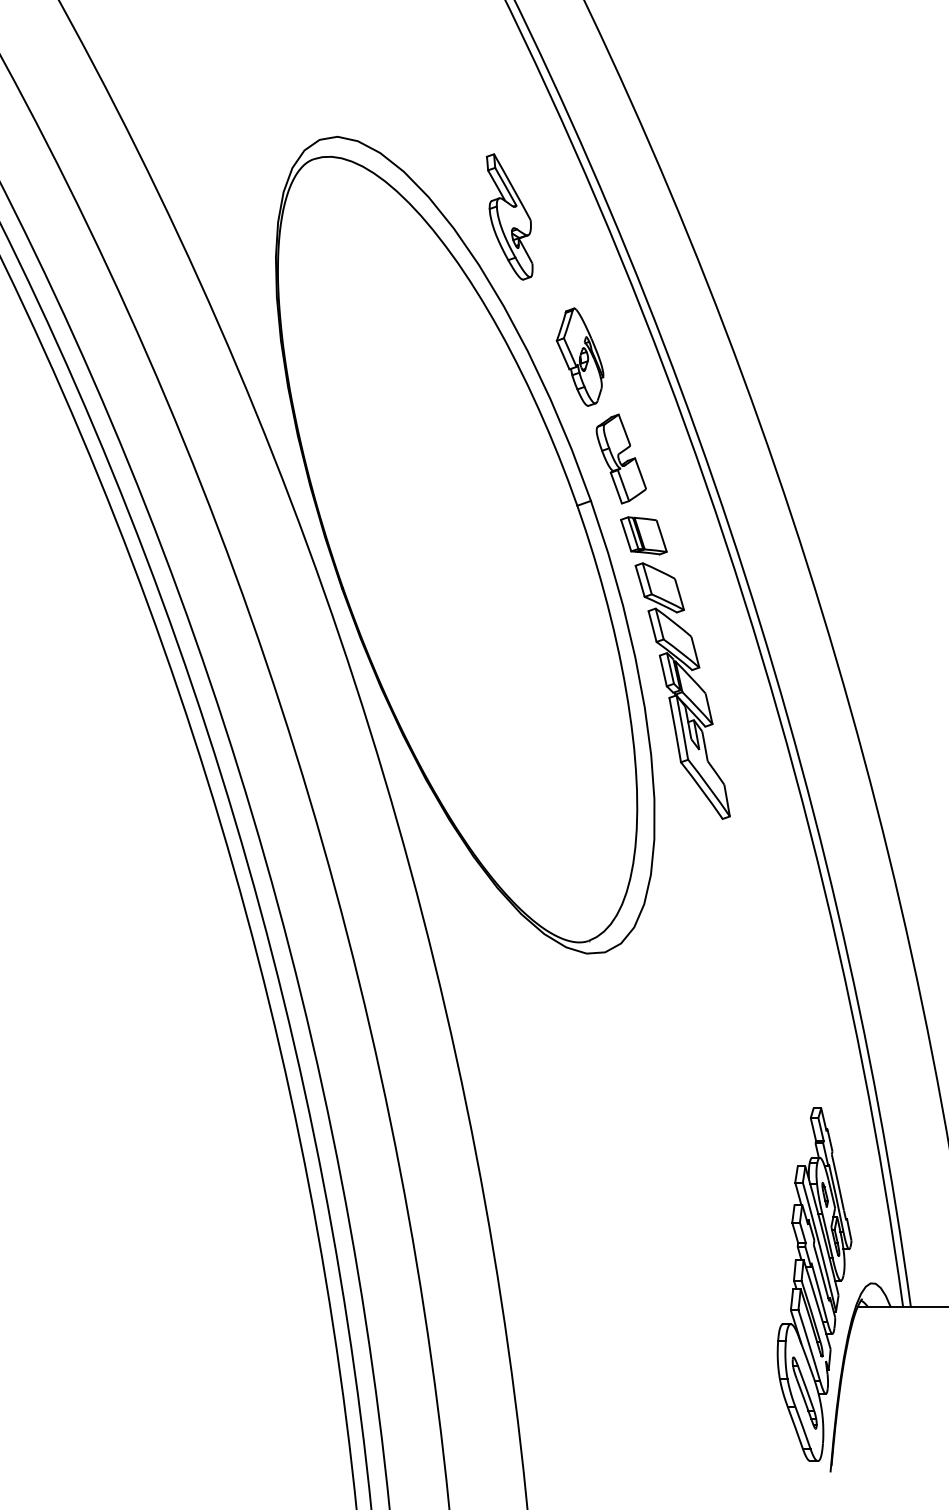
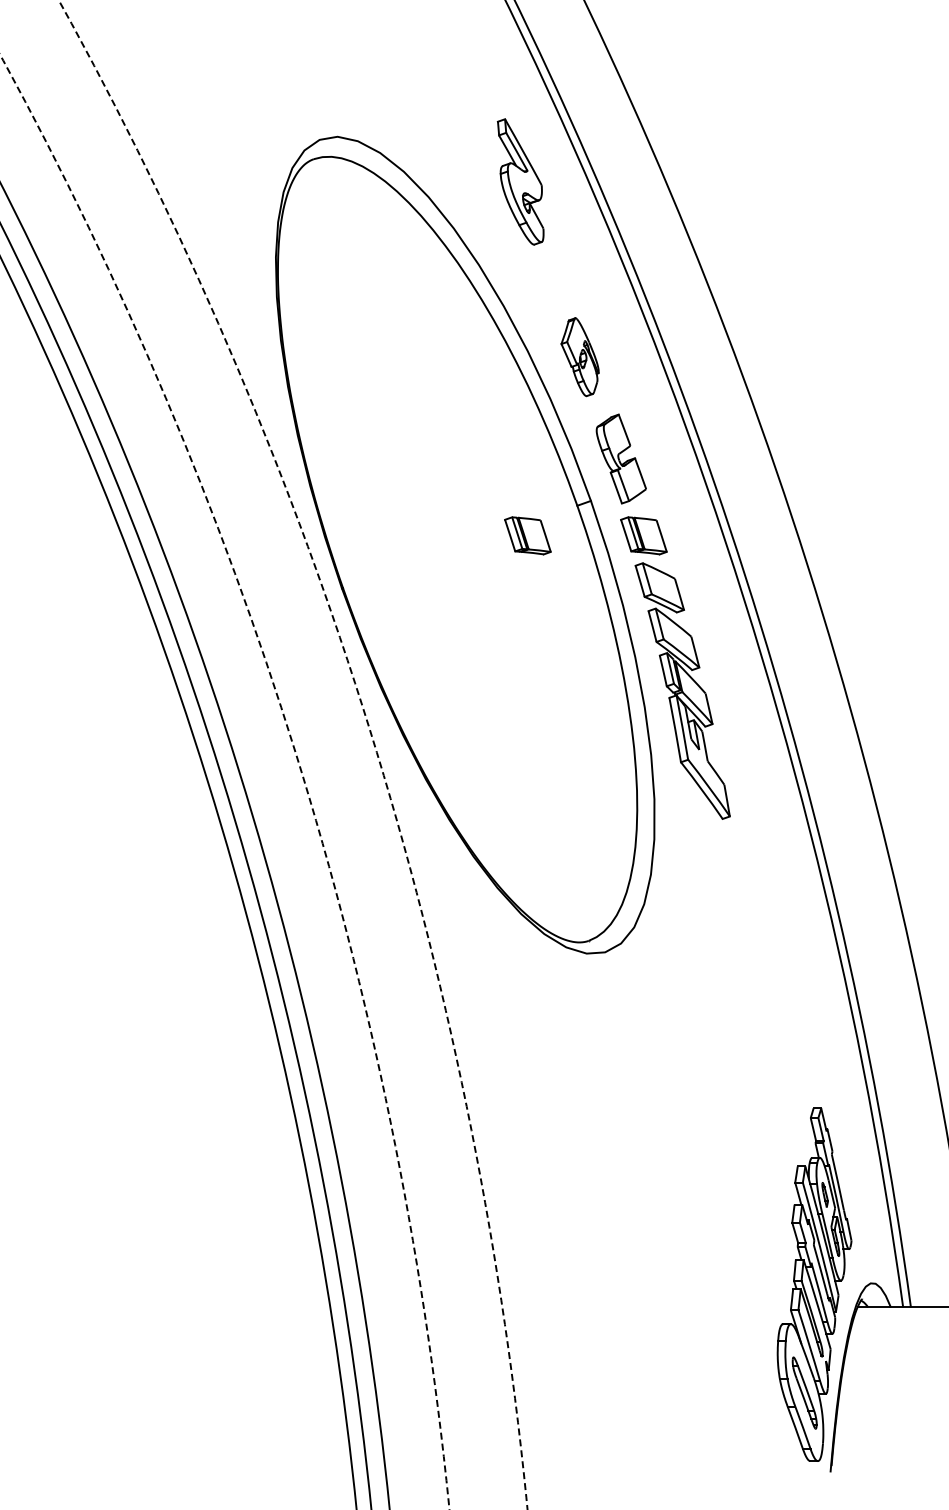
part at (509, 216) position: (509, 216) -> (520, 181)
part at (579, 356) size: 50x100 px -> 40x81 px
part at (527, 535): none -> present
circle at (292, 754): solid -> dashed
circle at (224, 781): solid -> dashed
